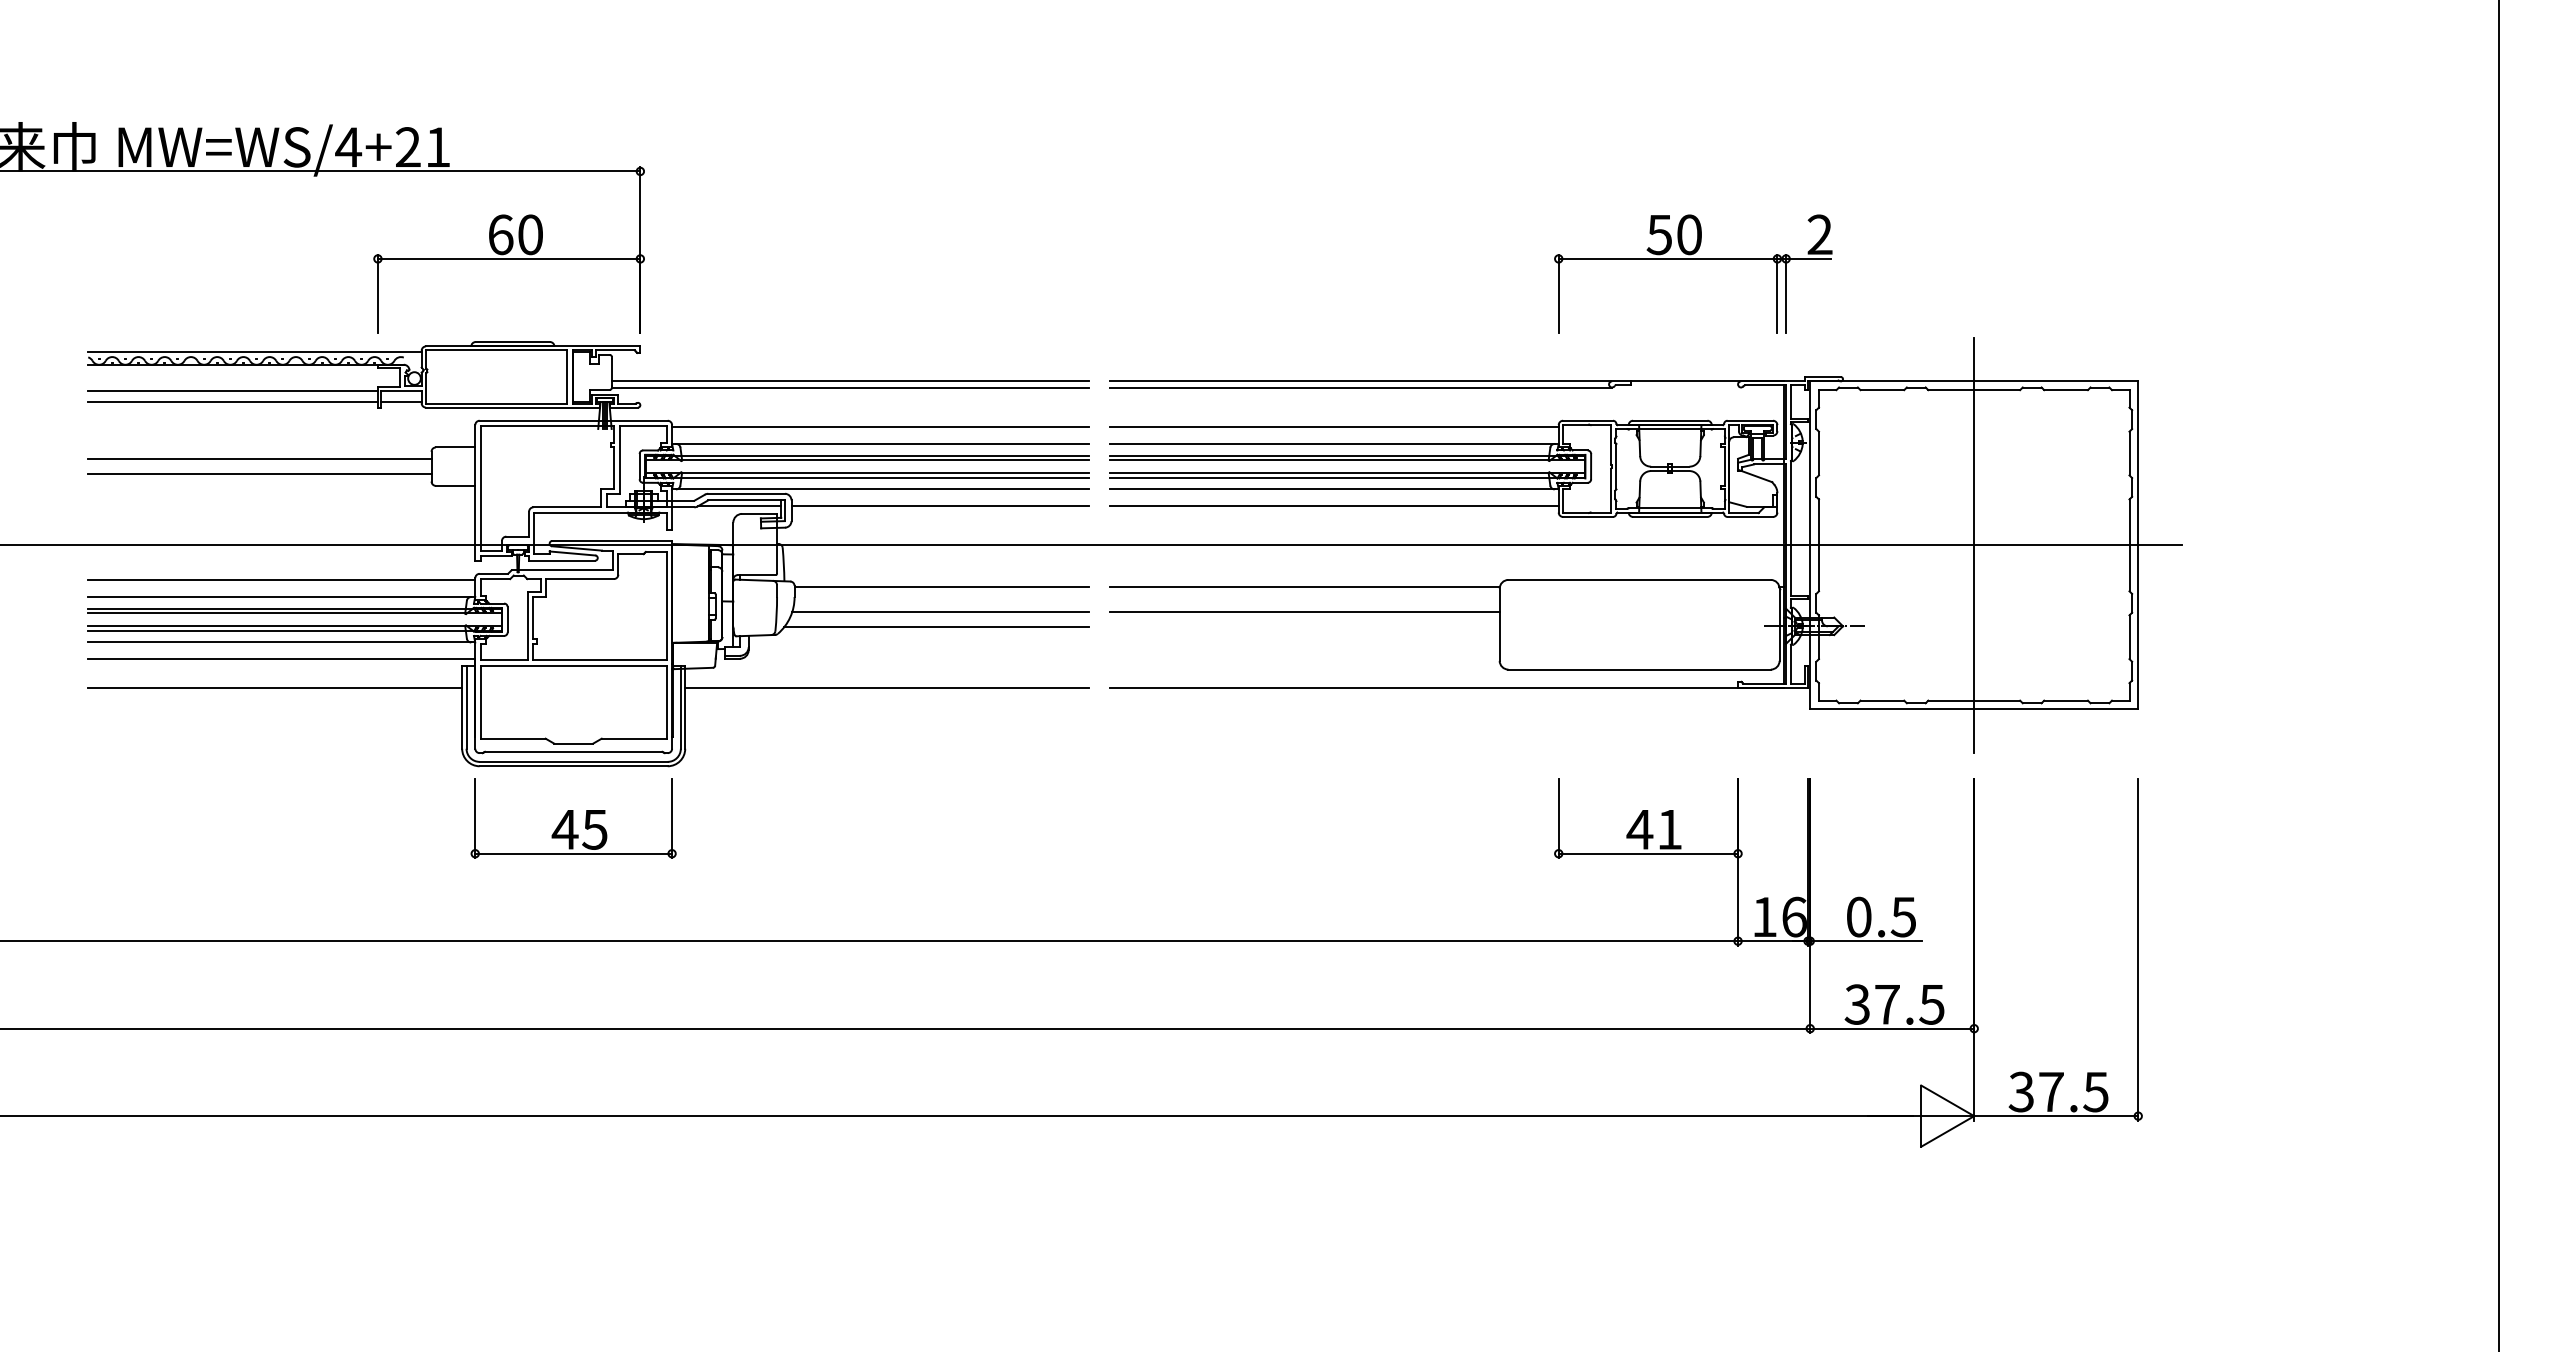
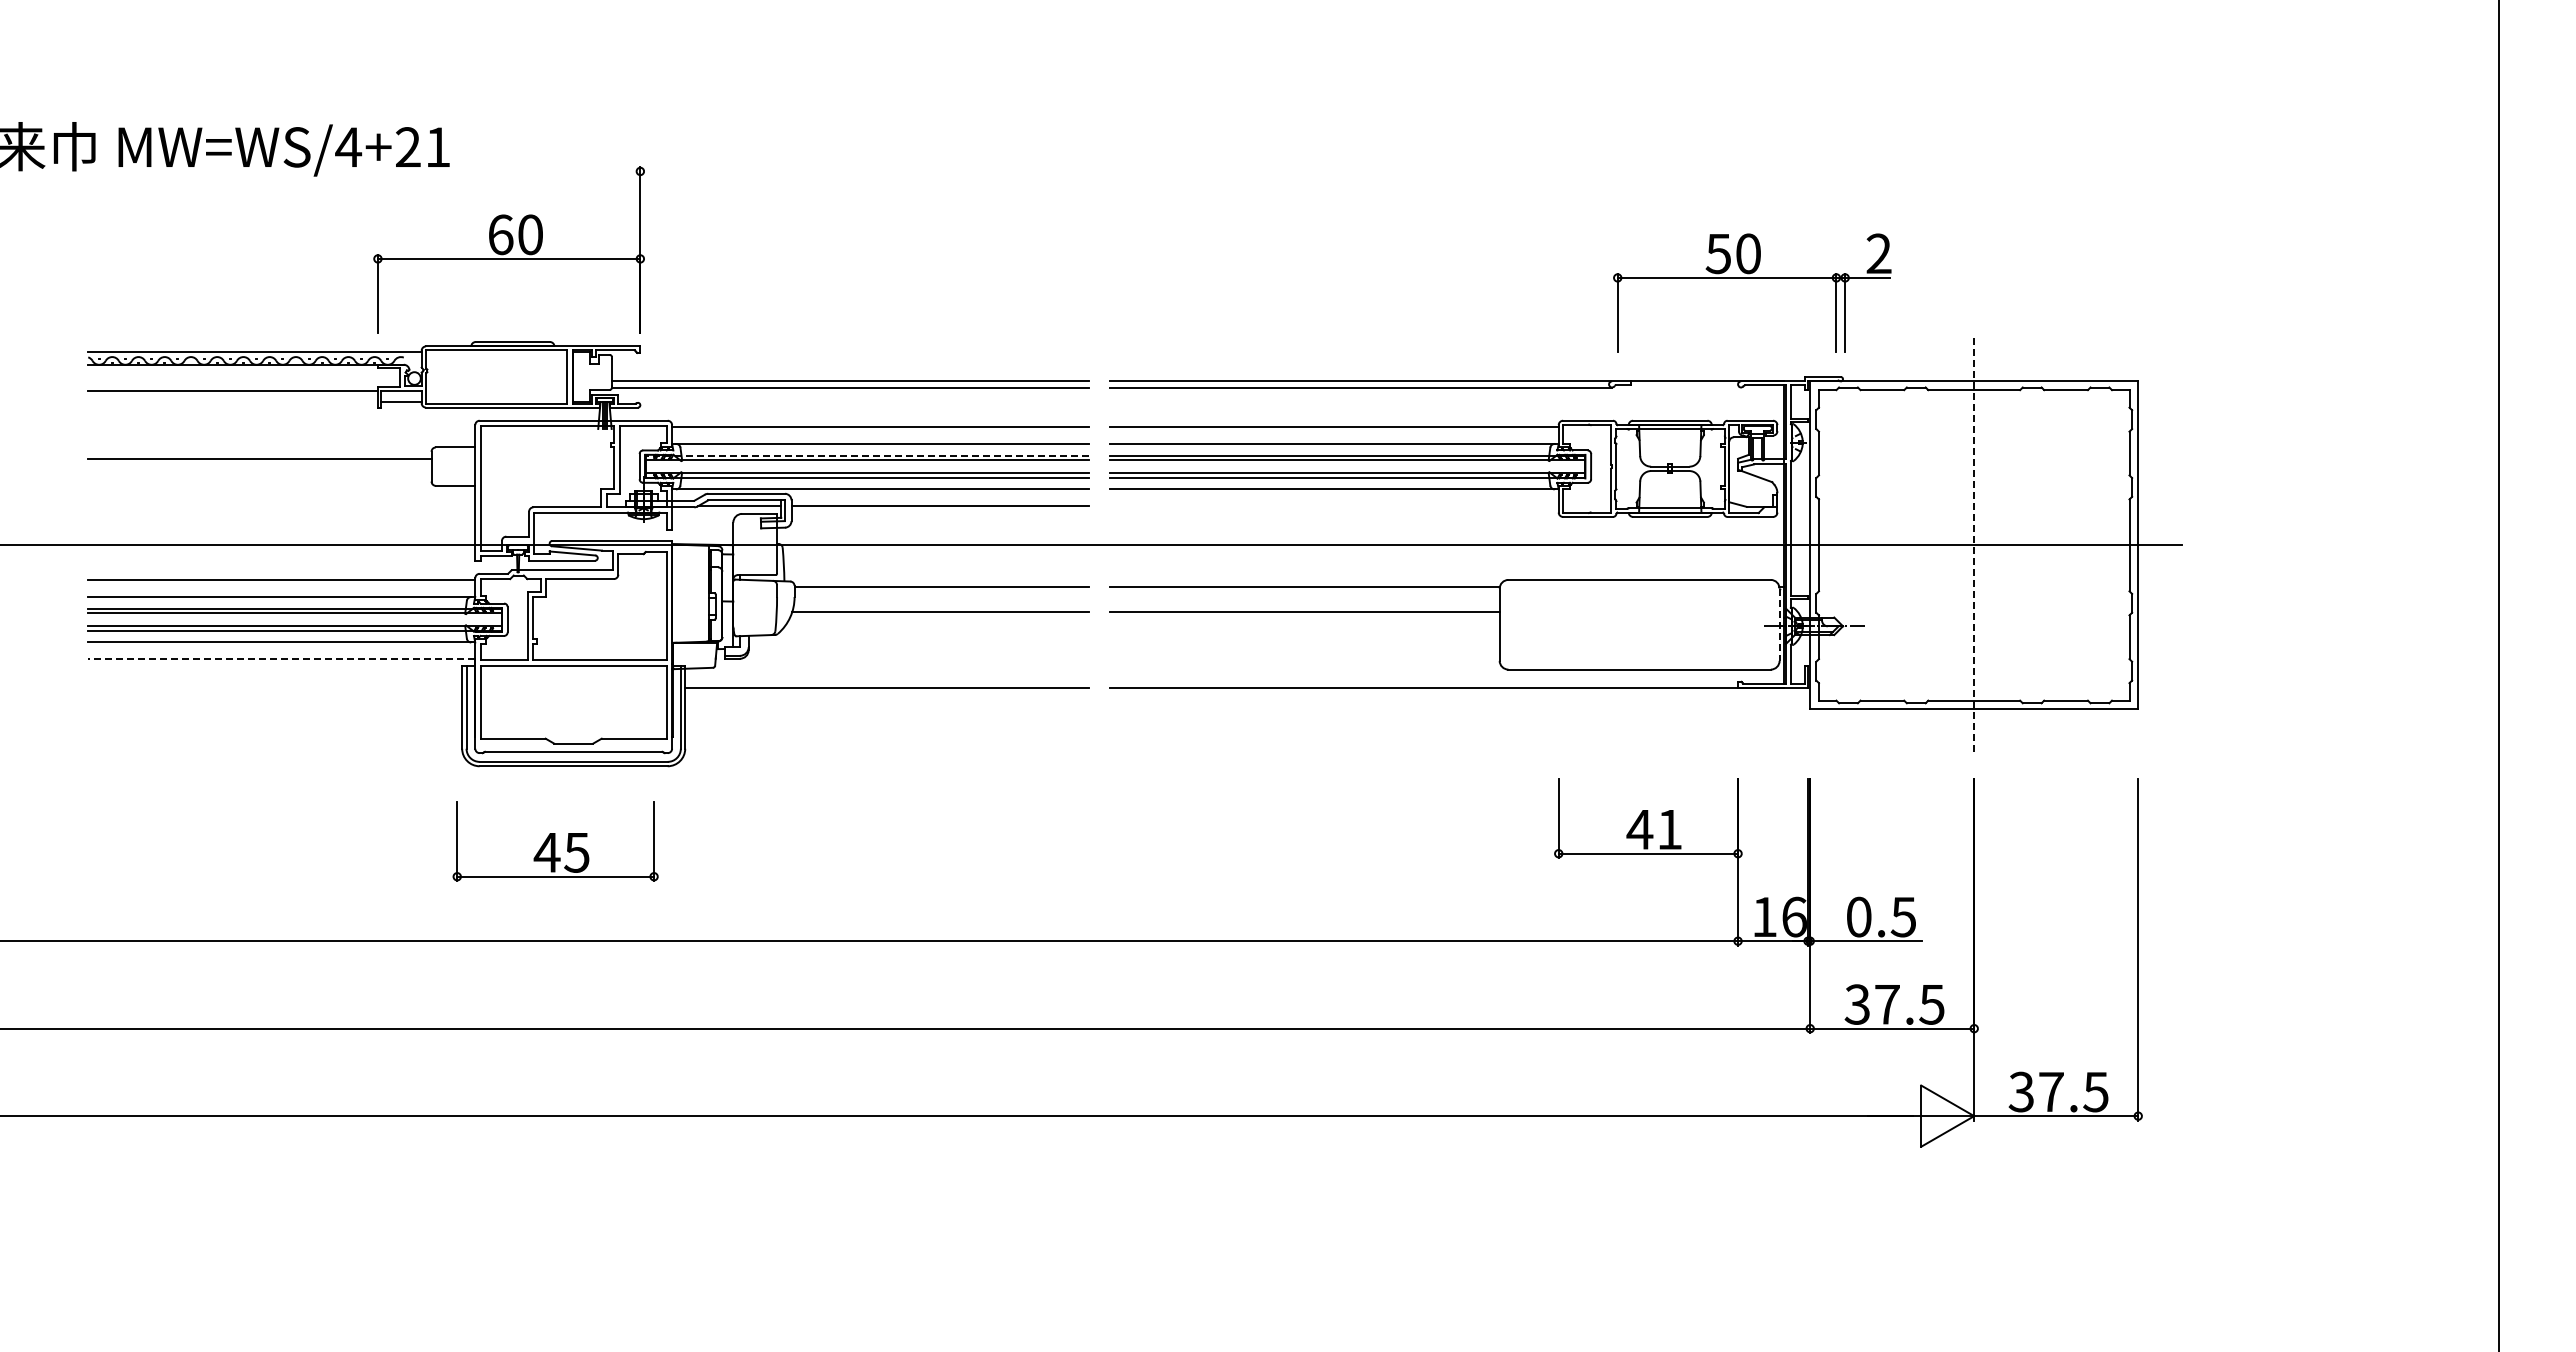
line at (321, 171): present -> none
part at (1693, 259) position: (1693, 259) -> (1752, 278)
line at (232, 401): present -> none
line at (866, 455): solid -> dashed
line at (259, 474): present -> none
line at (1334, 506): present -> none
line at (1974, 545): solid -> dashed
line at (1779, 625): solid -> dashed
line at (936, 627): present -> none
line at (281, 659): solid -> dashed
line at (275, 687): present -> none
part at (573, 818) position: (573, 818) -> (555, 841)
